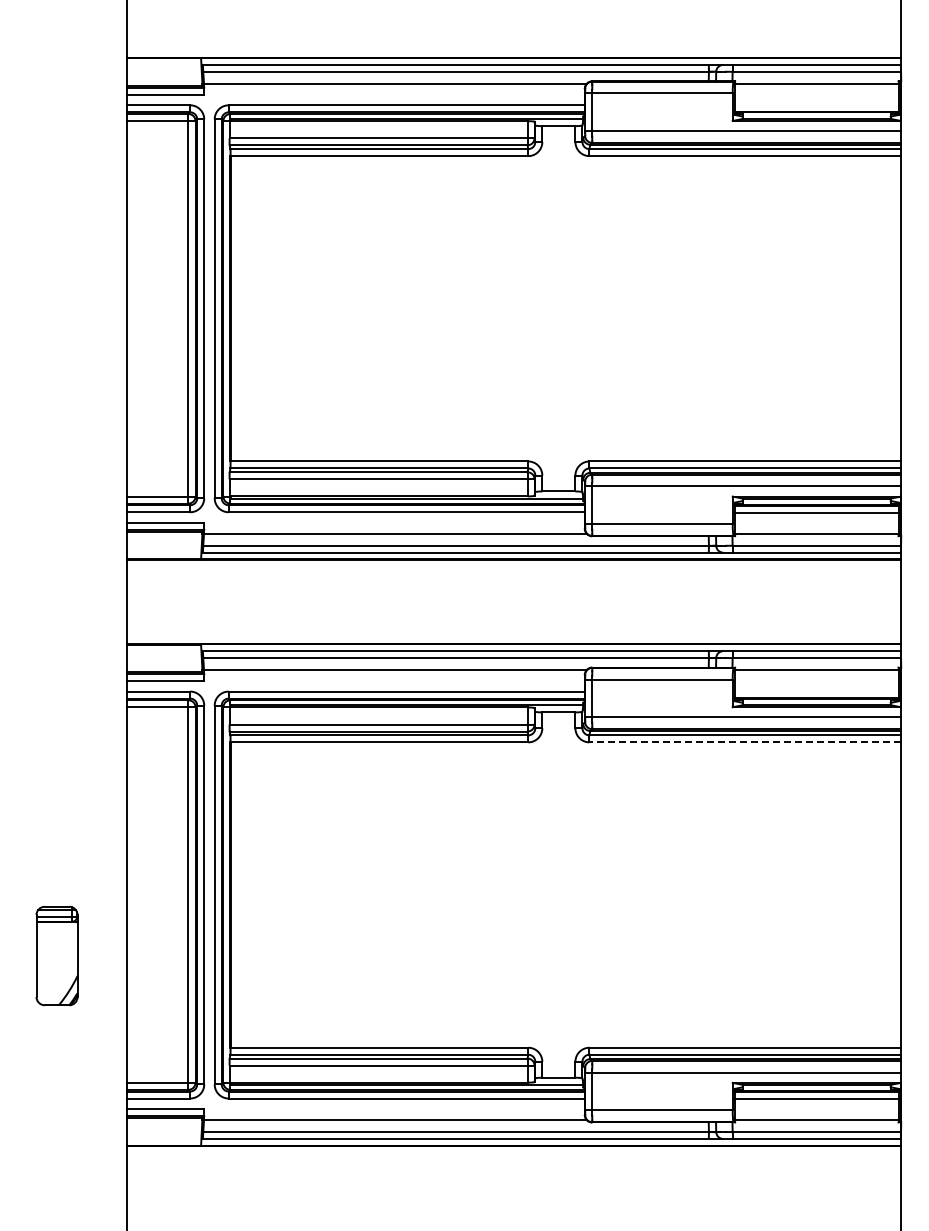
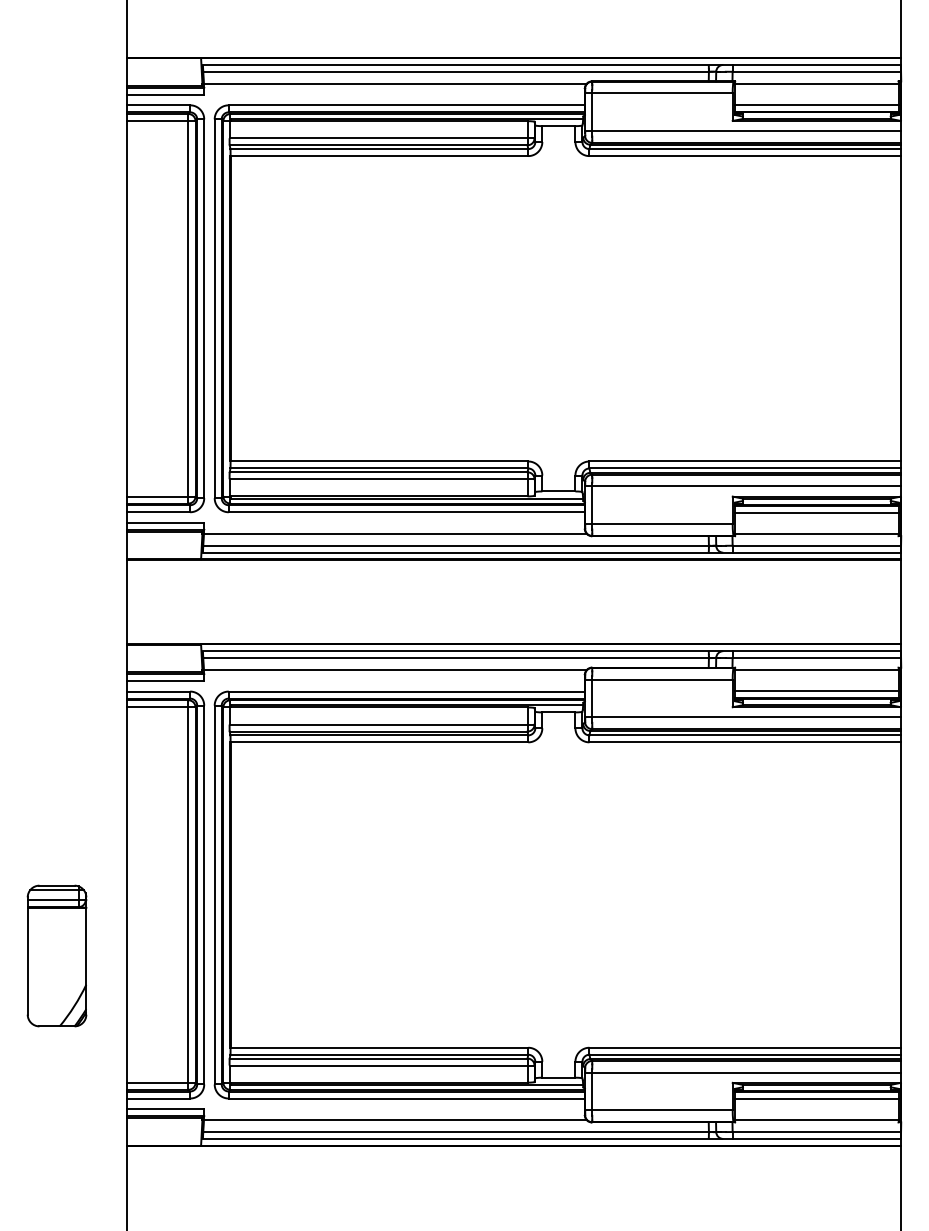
line at (816, 104): none -> present
line at (816, 691): none -> present
line at (745, 742): dashed -> solid
part at (56, 956) size: 44x101 px -> 62x144 px
